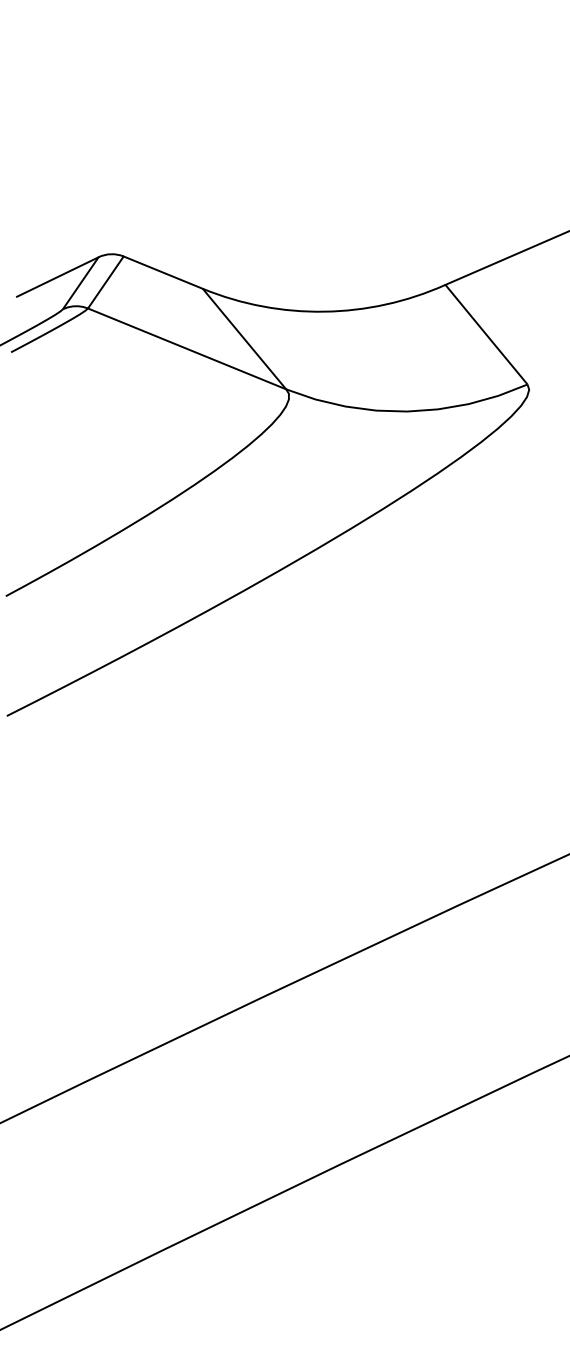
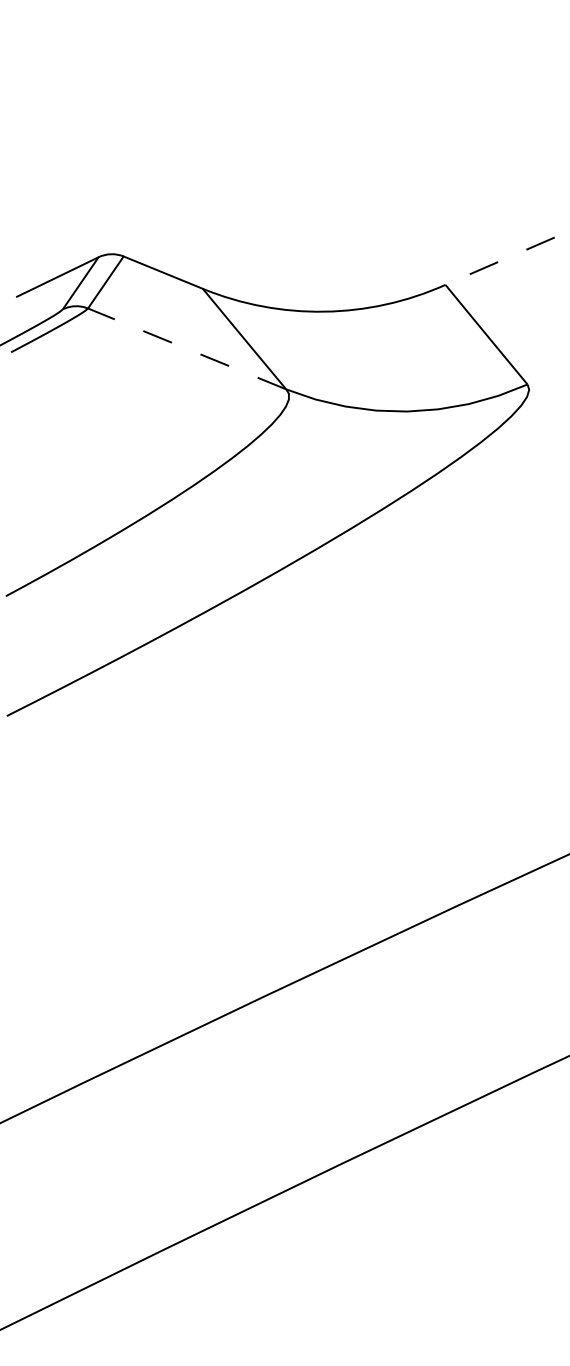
line at (506, 258): solid -> dashed
line at (186, 348): solid -> dashed
